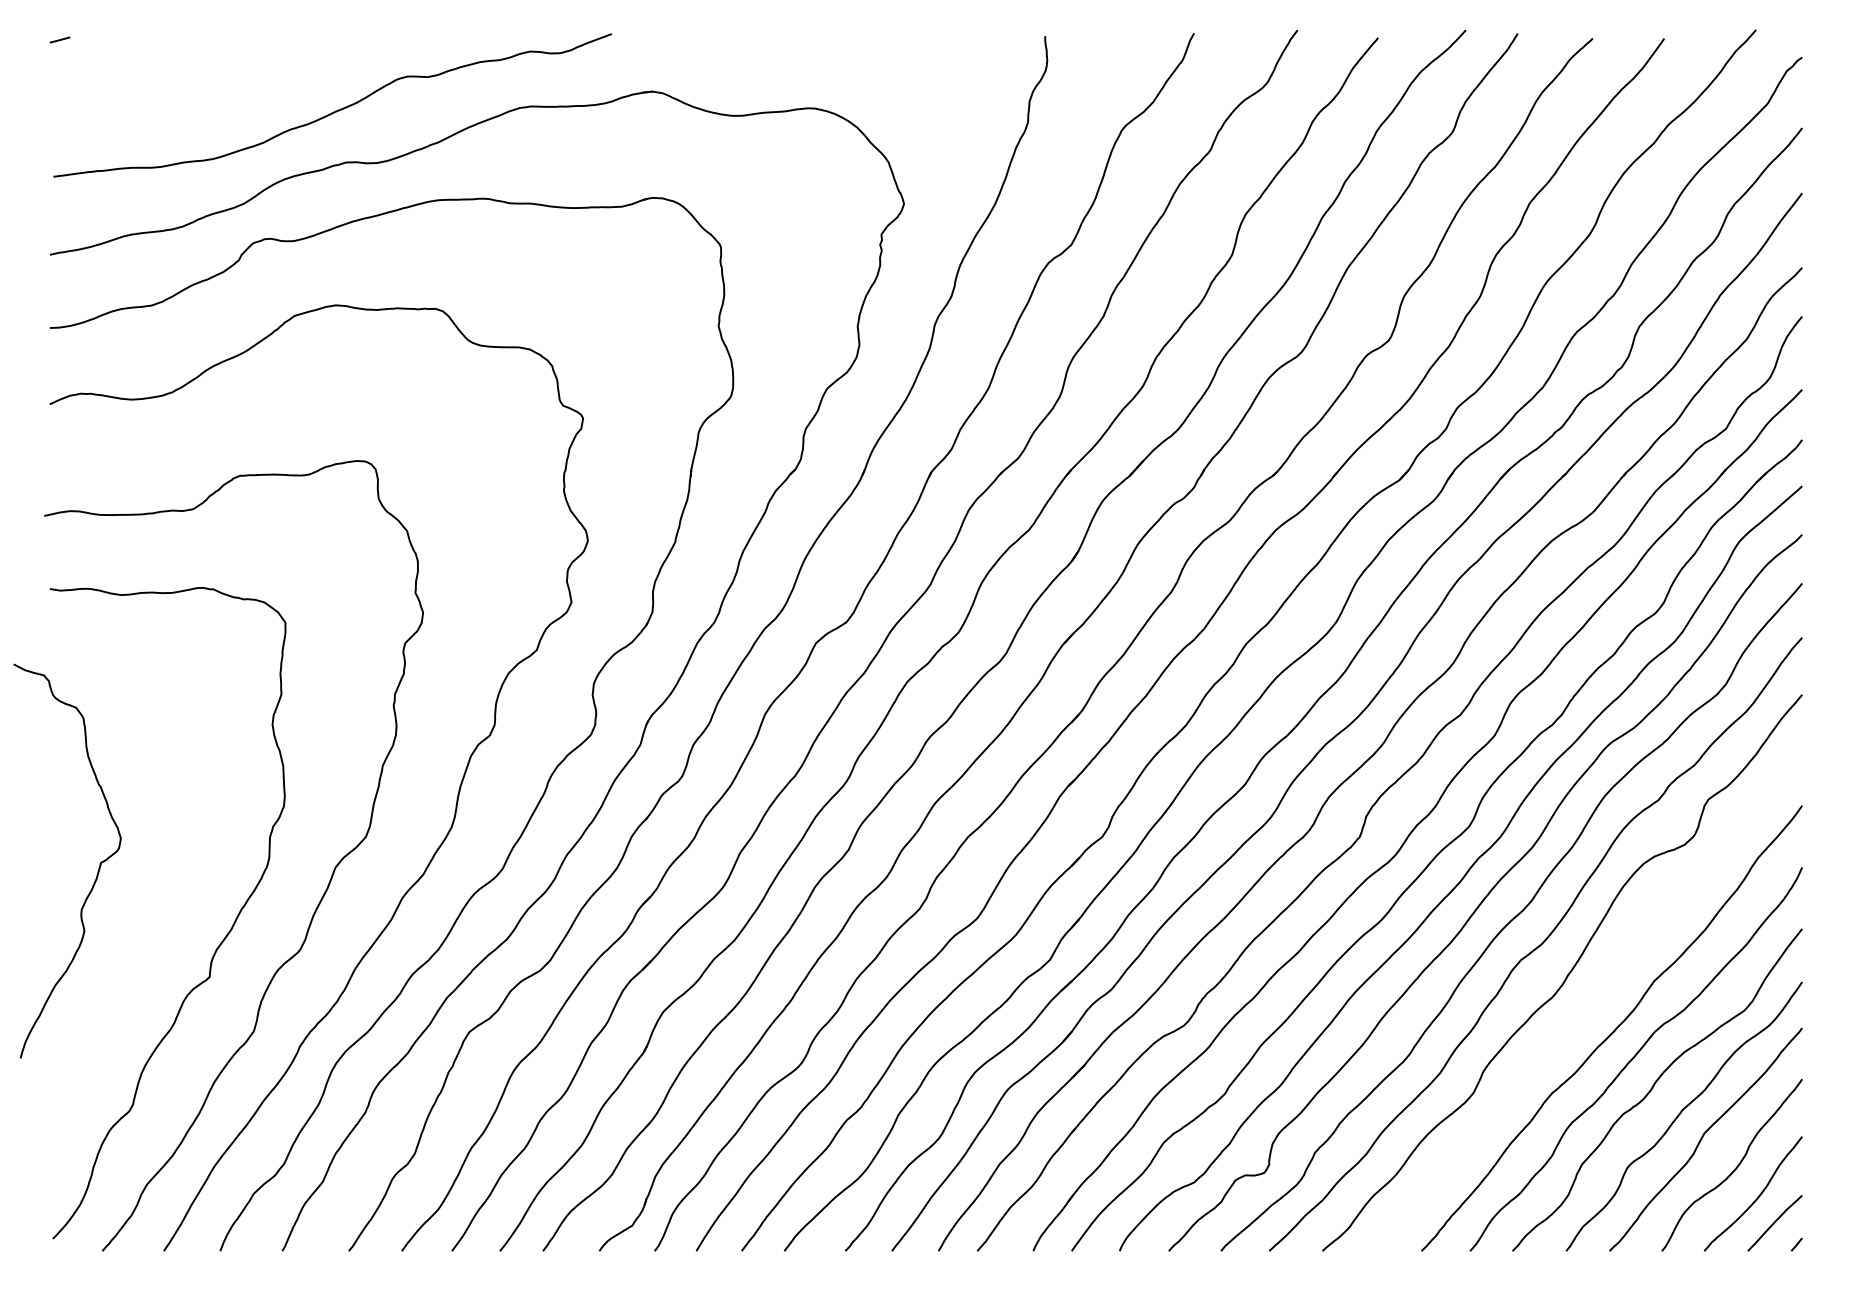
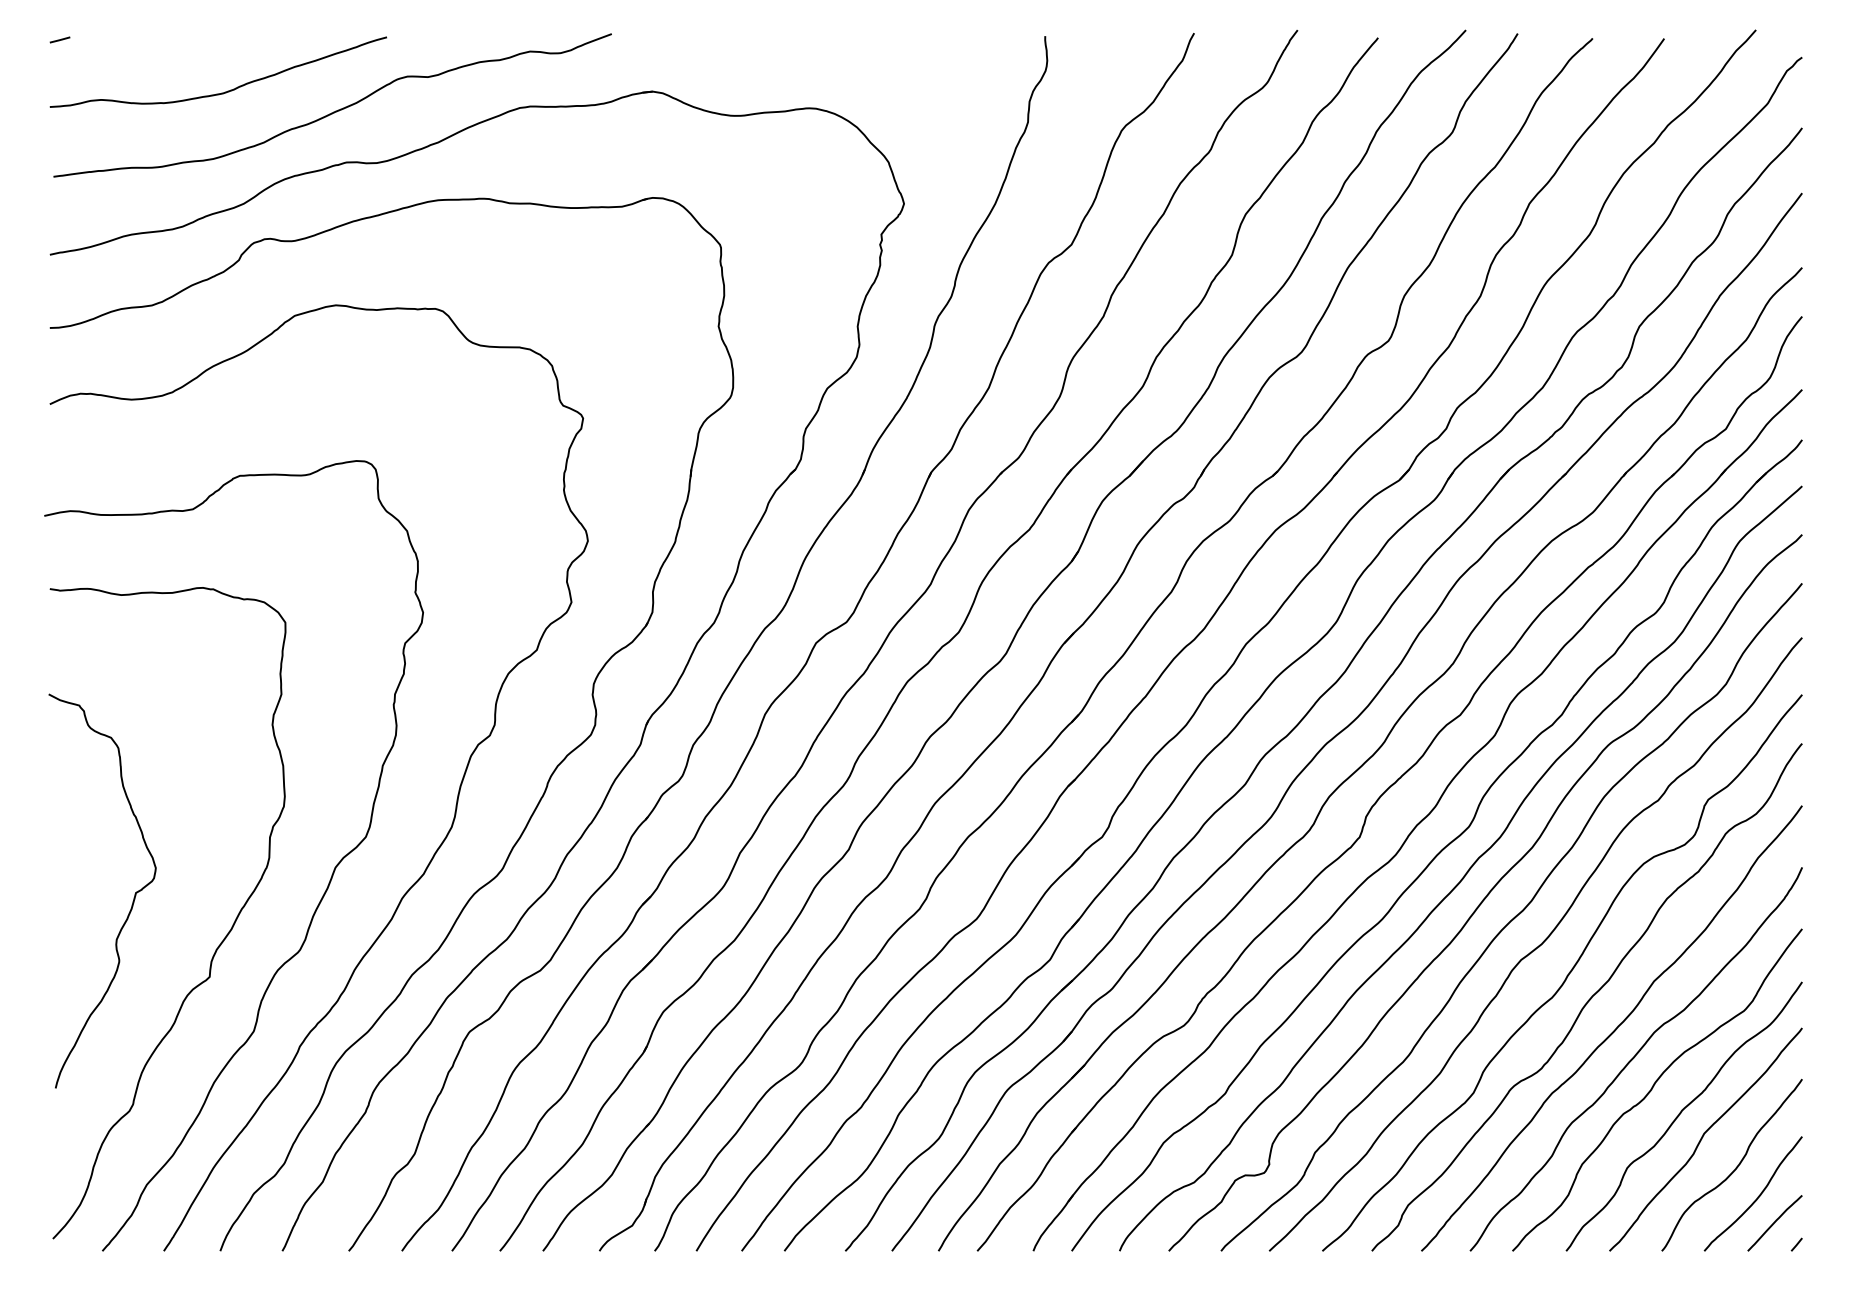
curve at (221, 92): none -> present
curve at (98, 867) position: (98, 867) -> (133, 897)
curve at (1588, 999): none -> present
